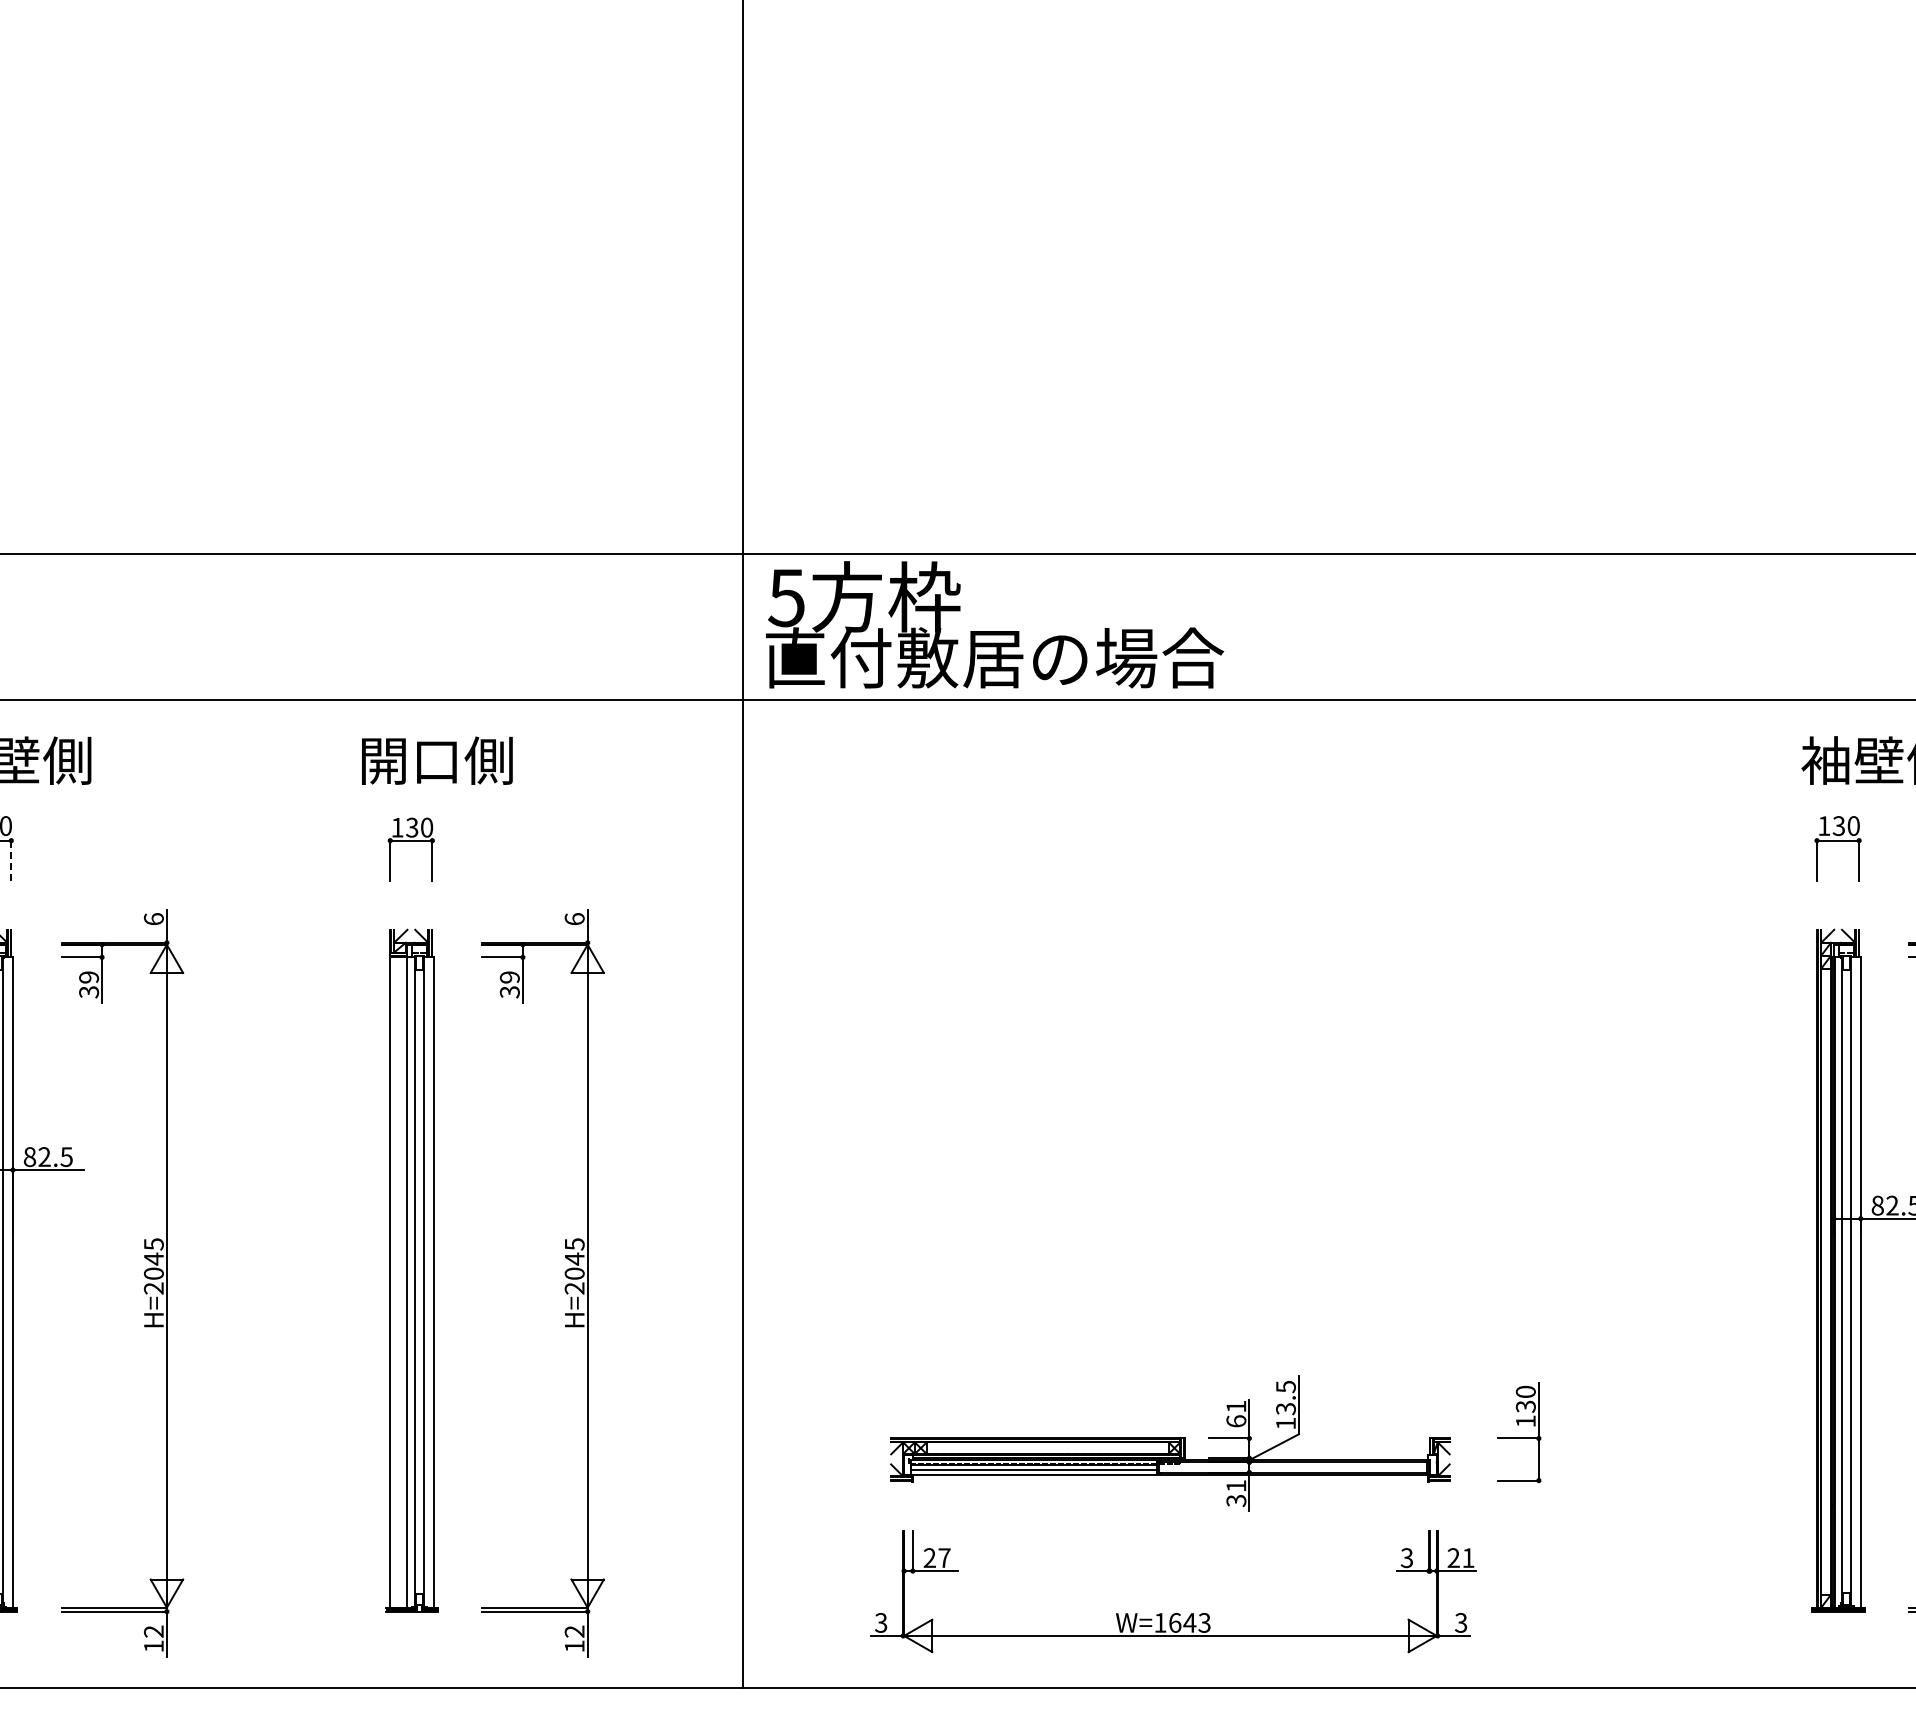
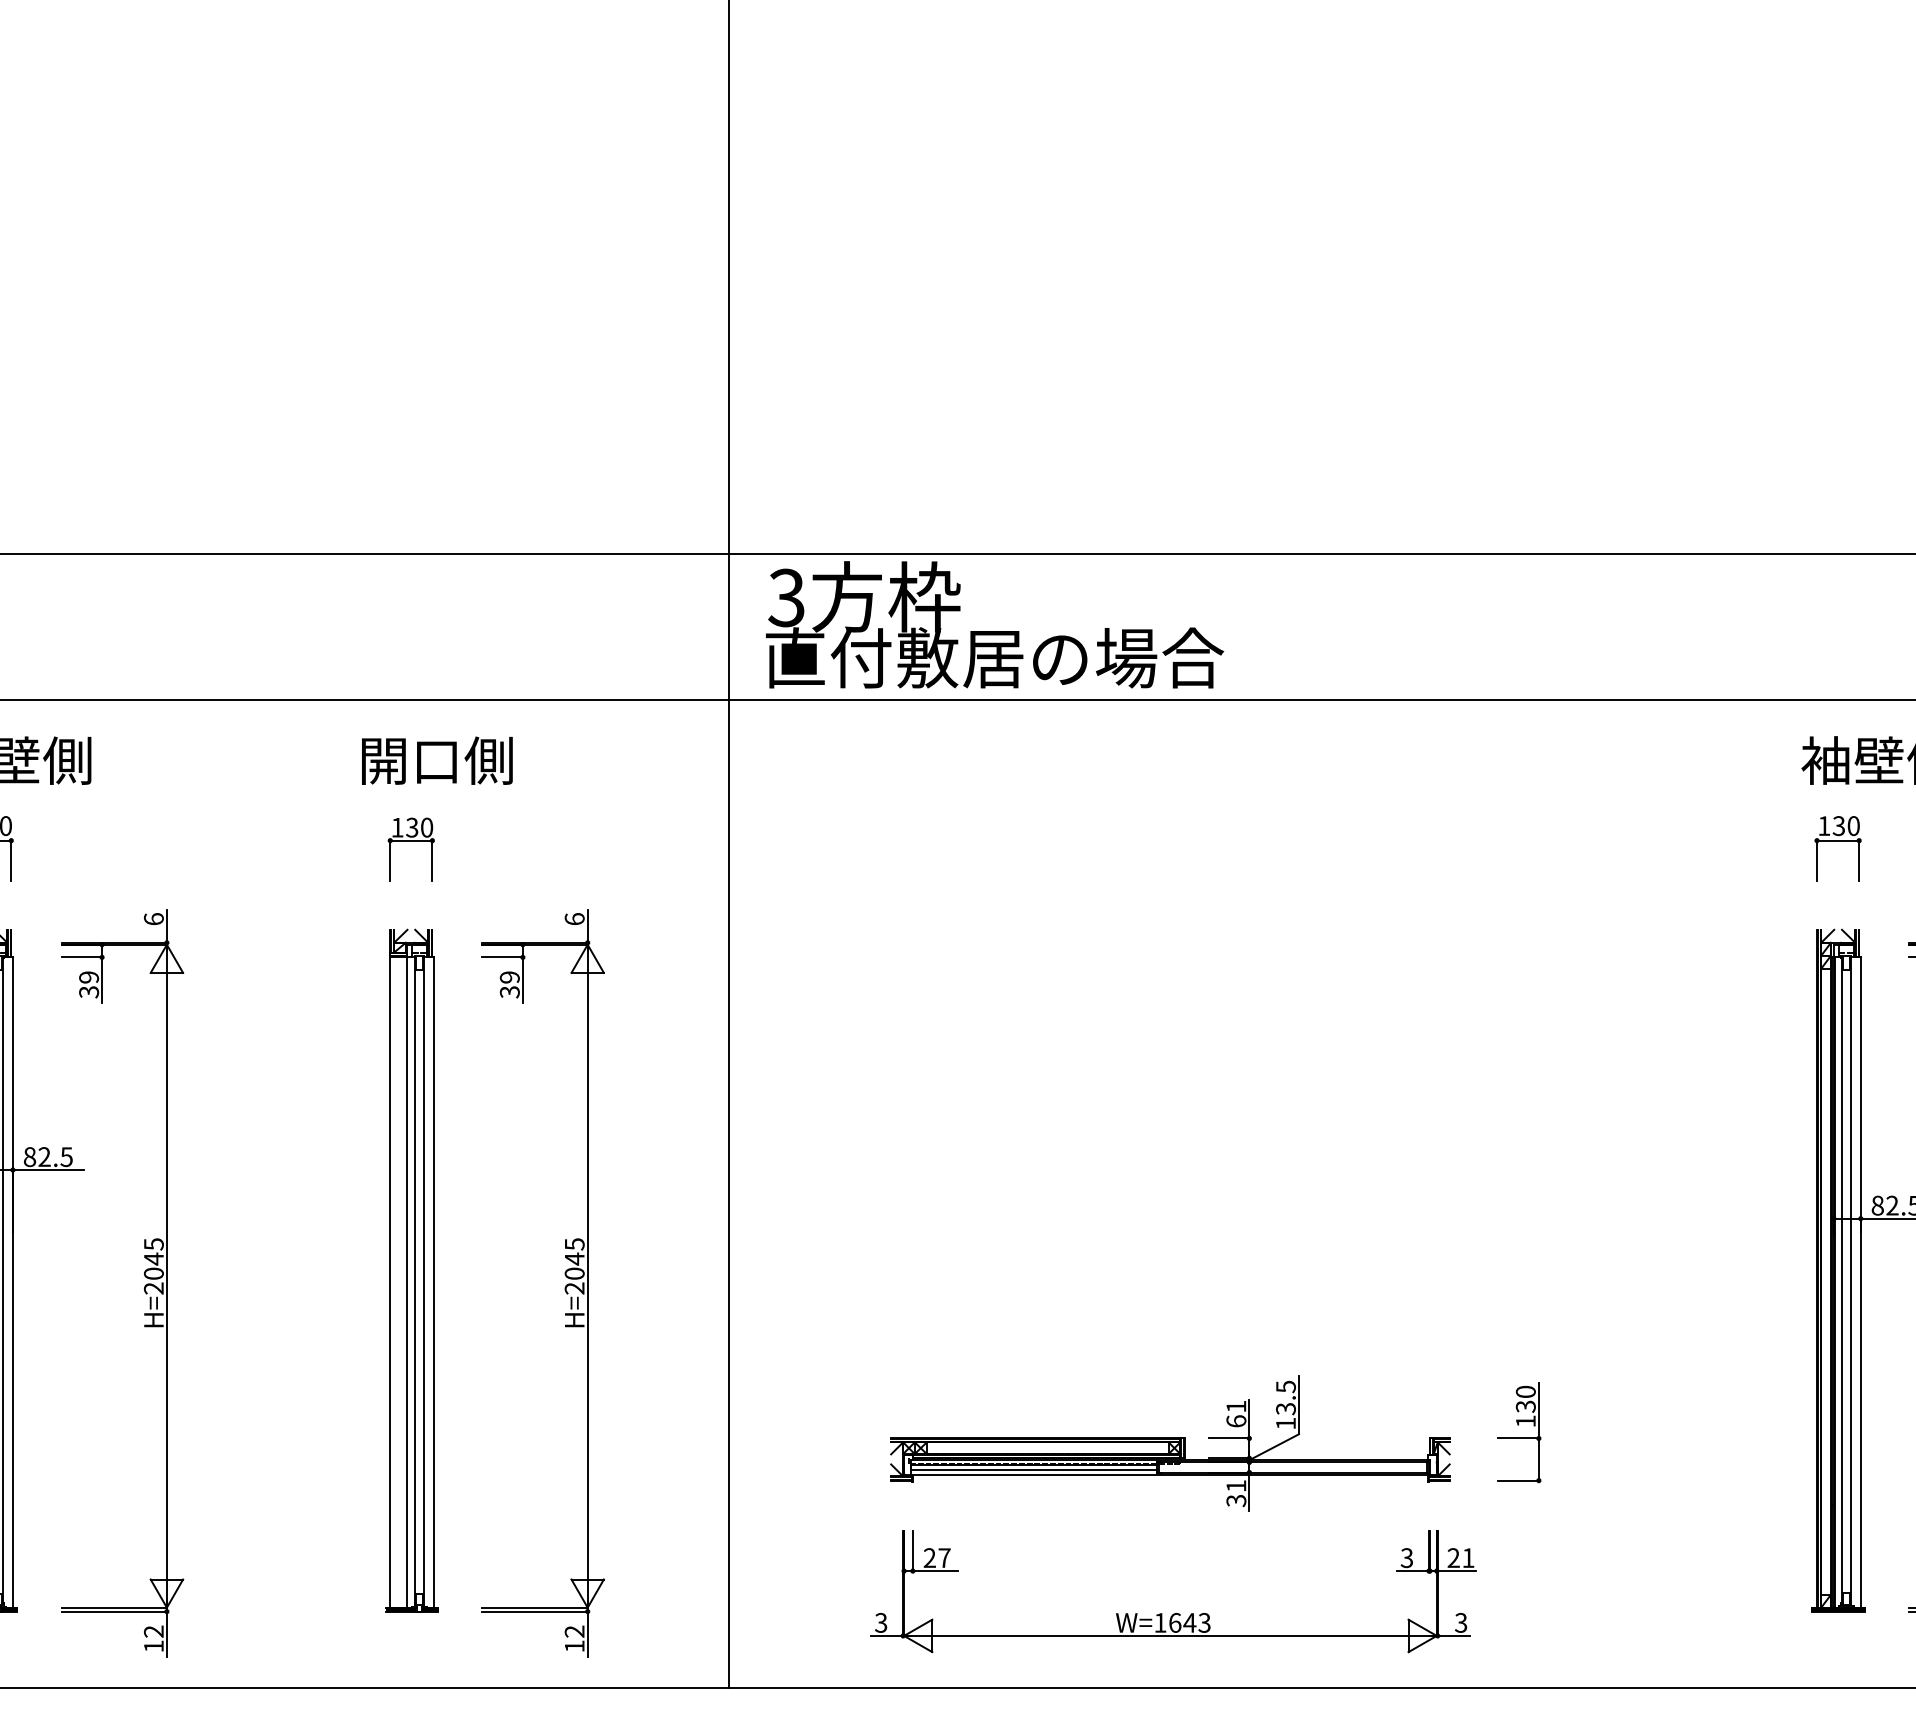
text at (786, 597): 5 -> 3
line at (743, 845) position: (743, 845) -> (729, 845)
line at (11, 860): dashed -> solid
